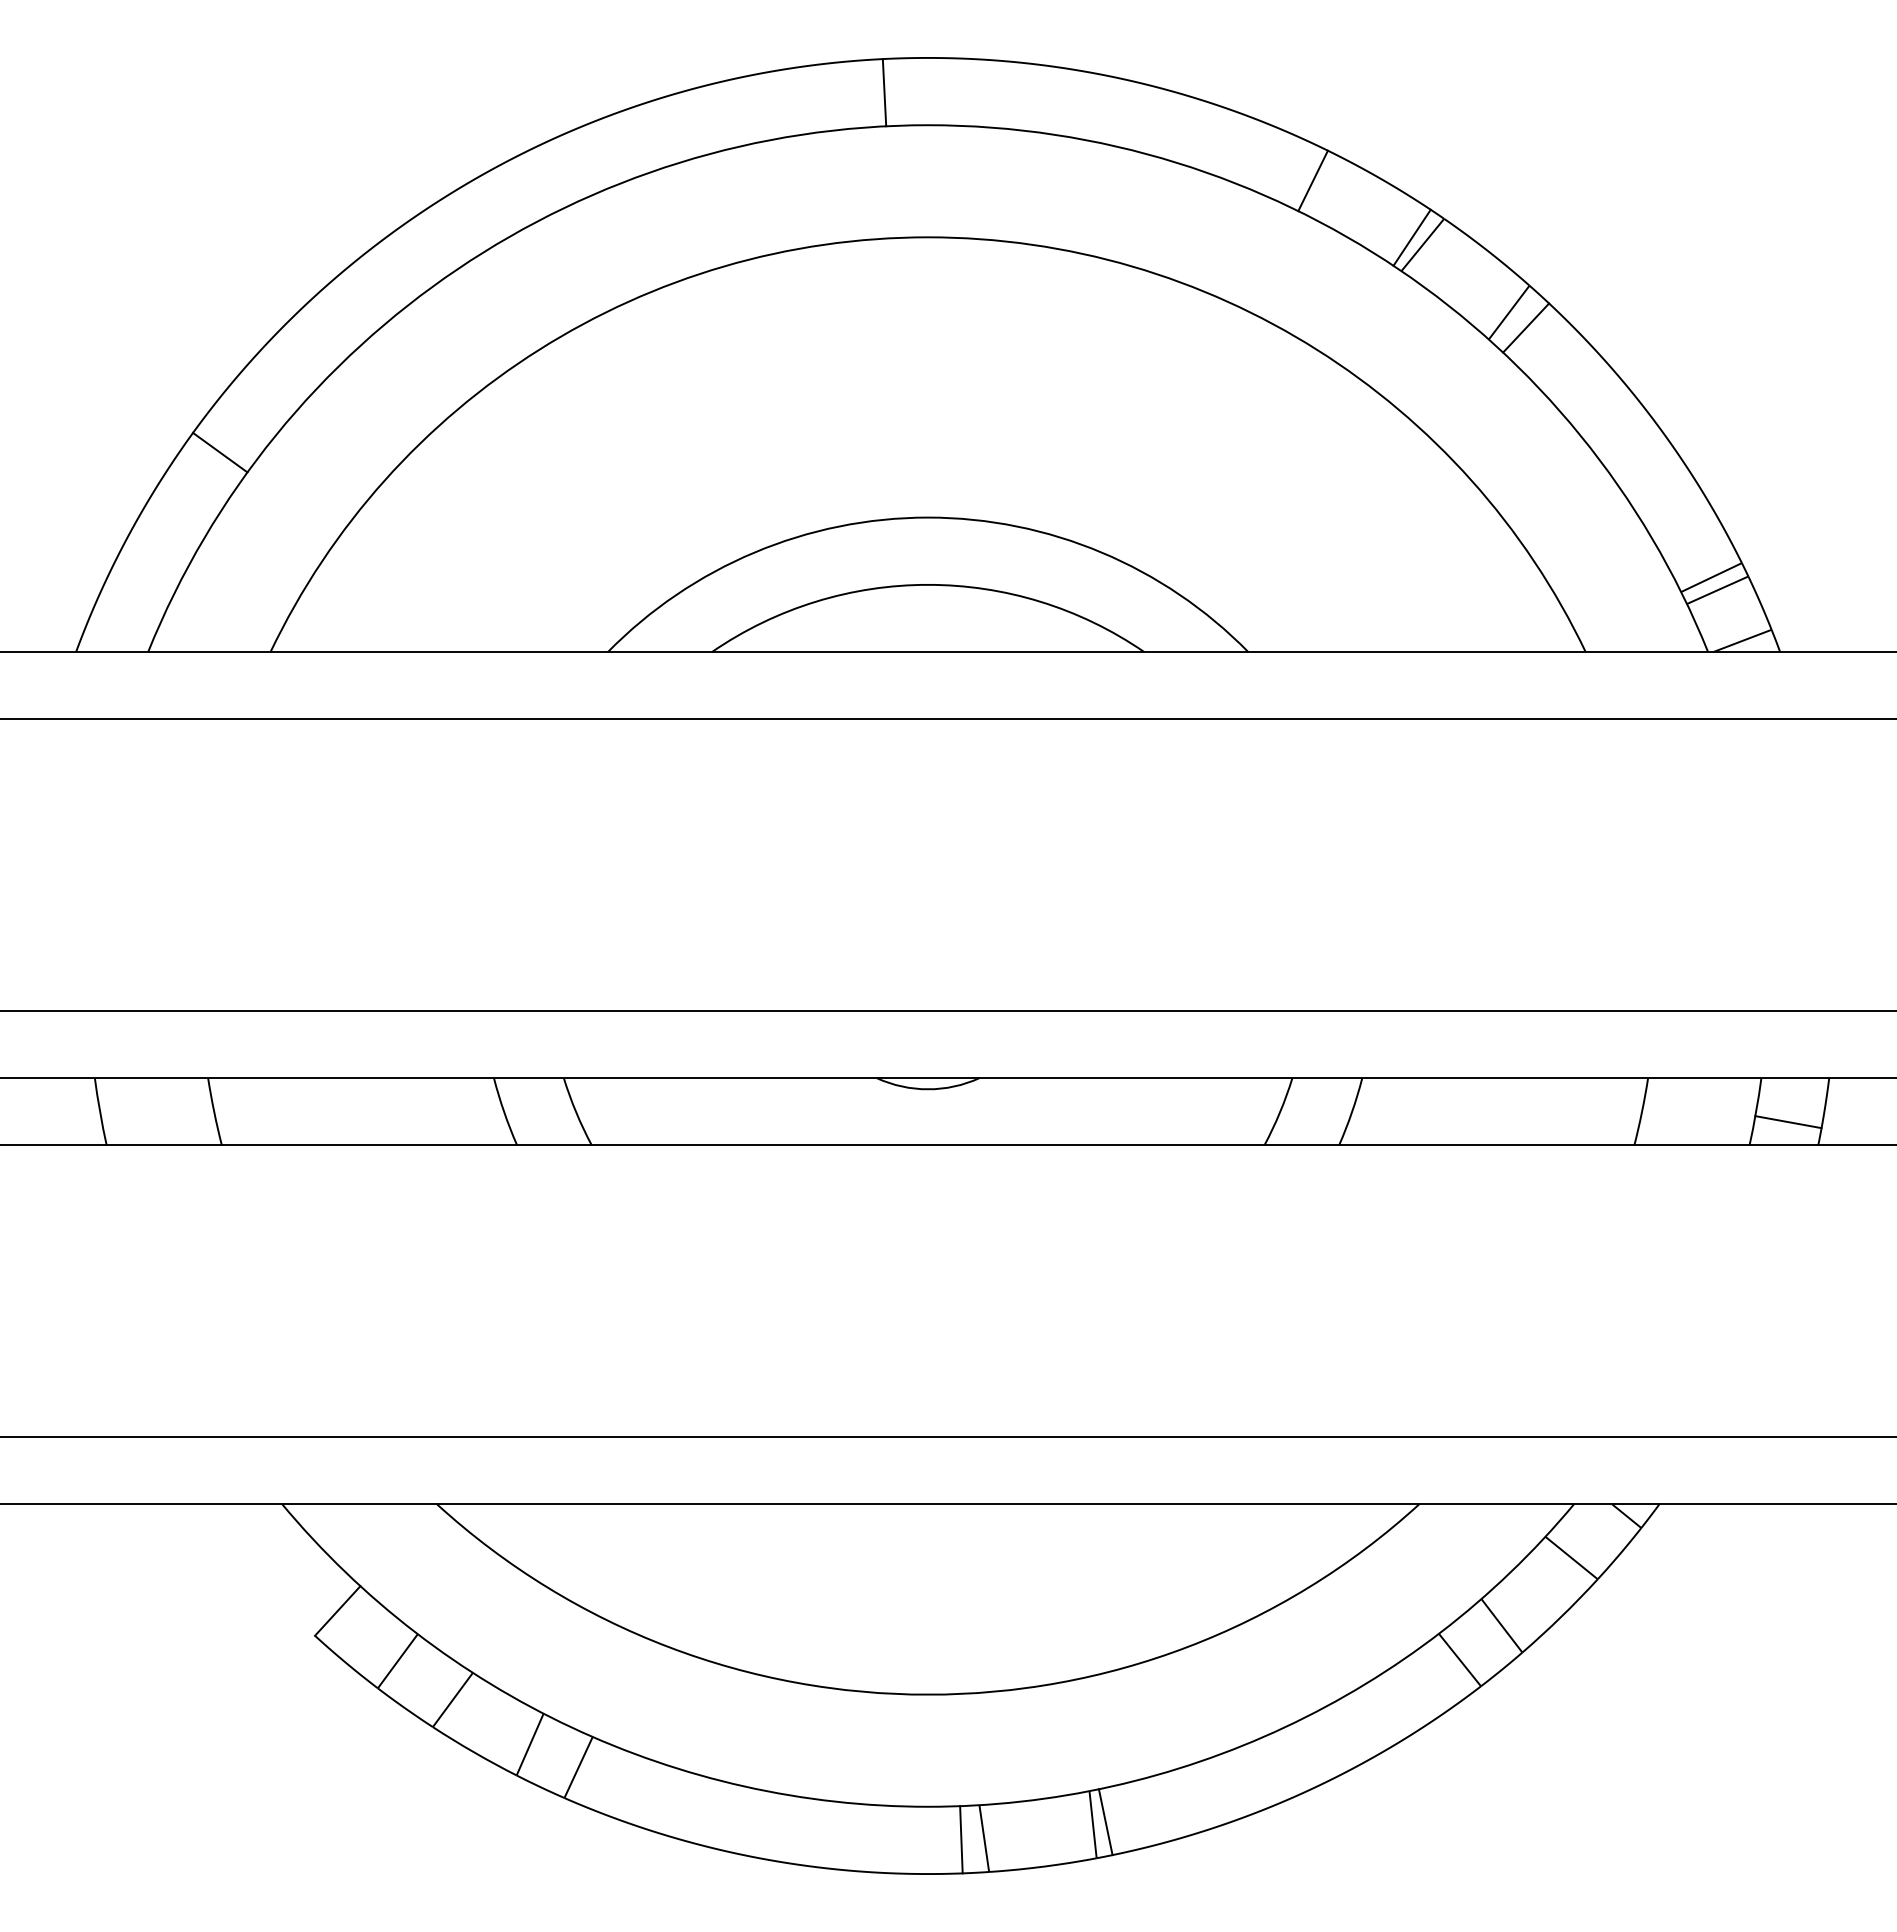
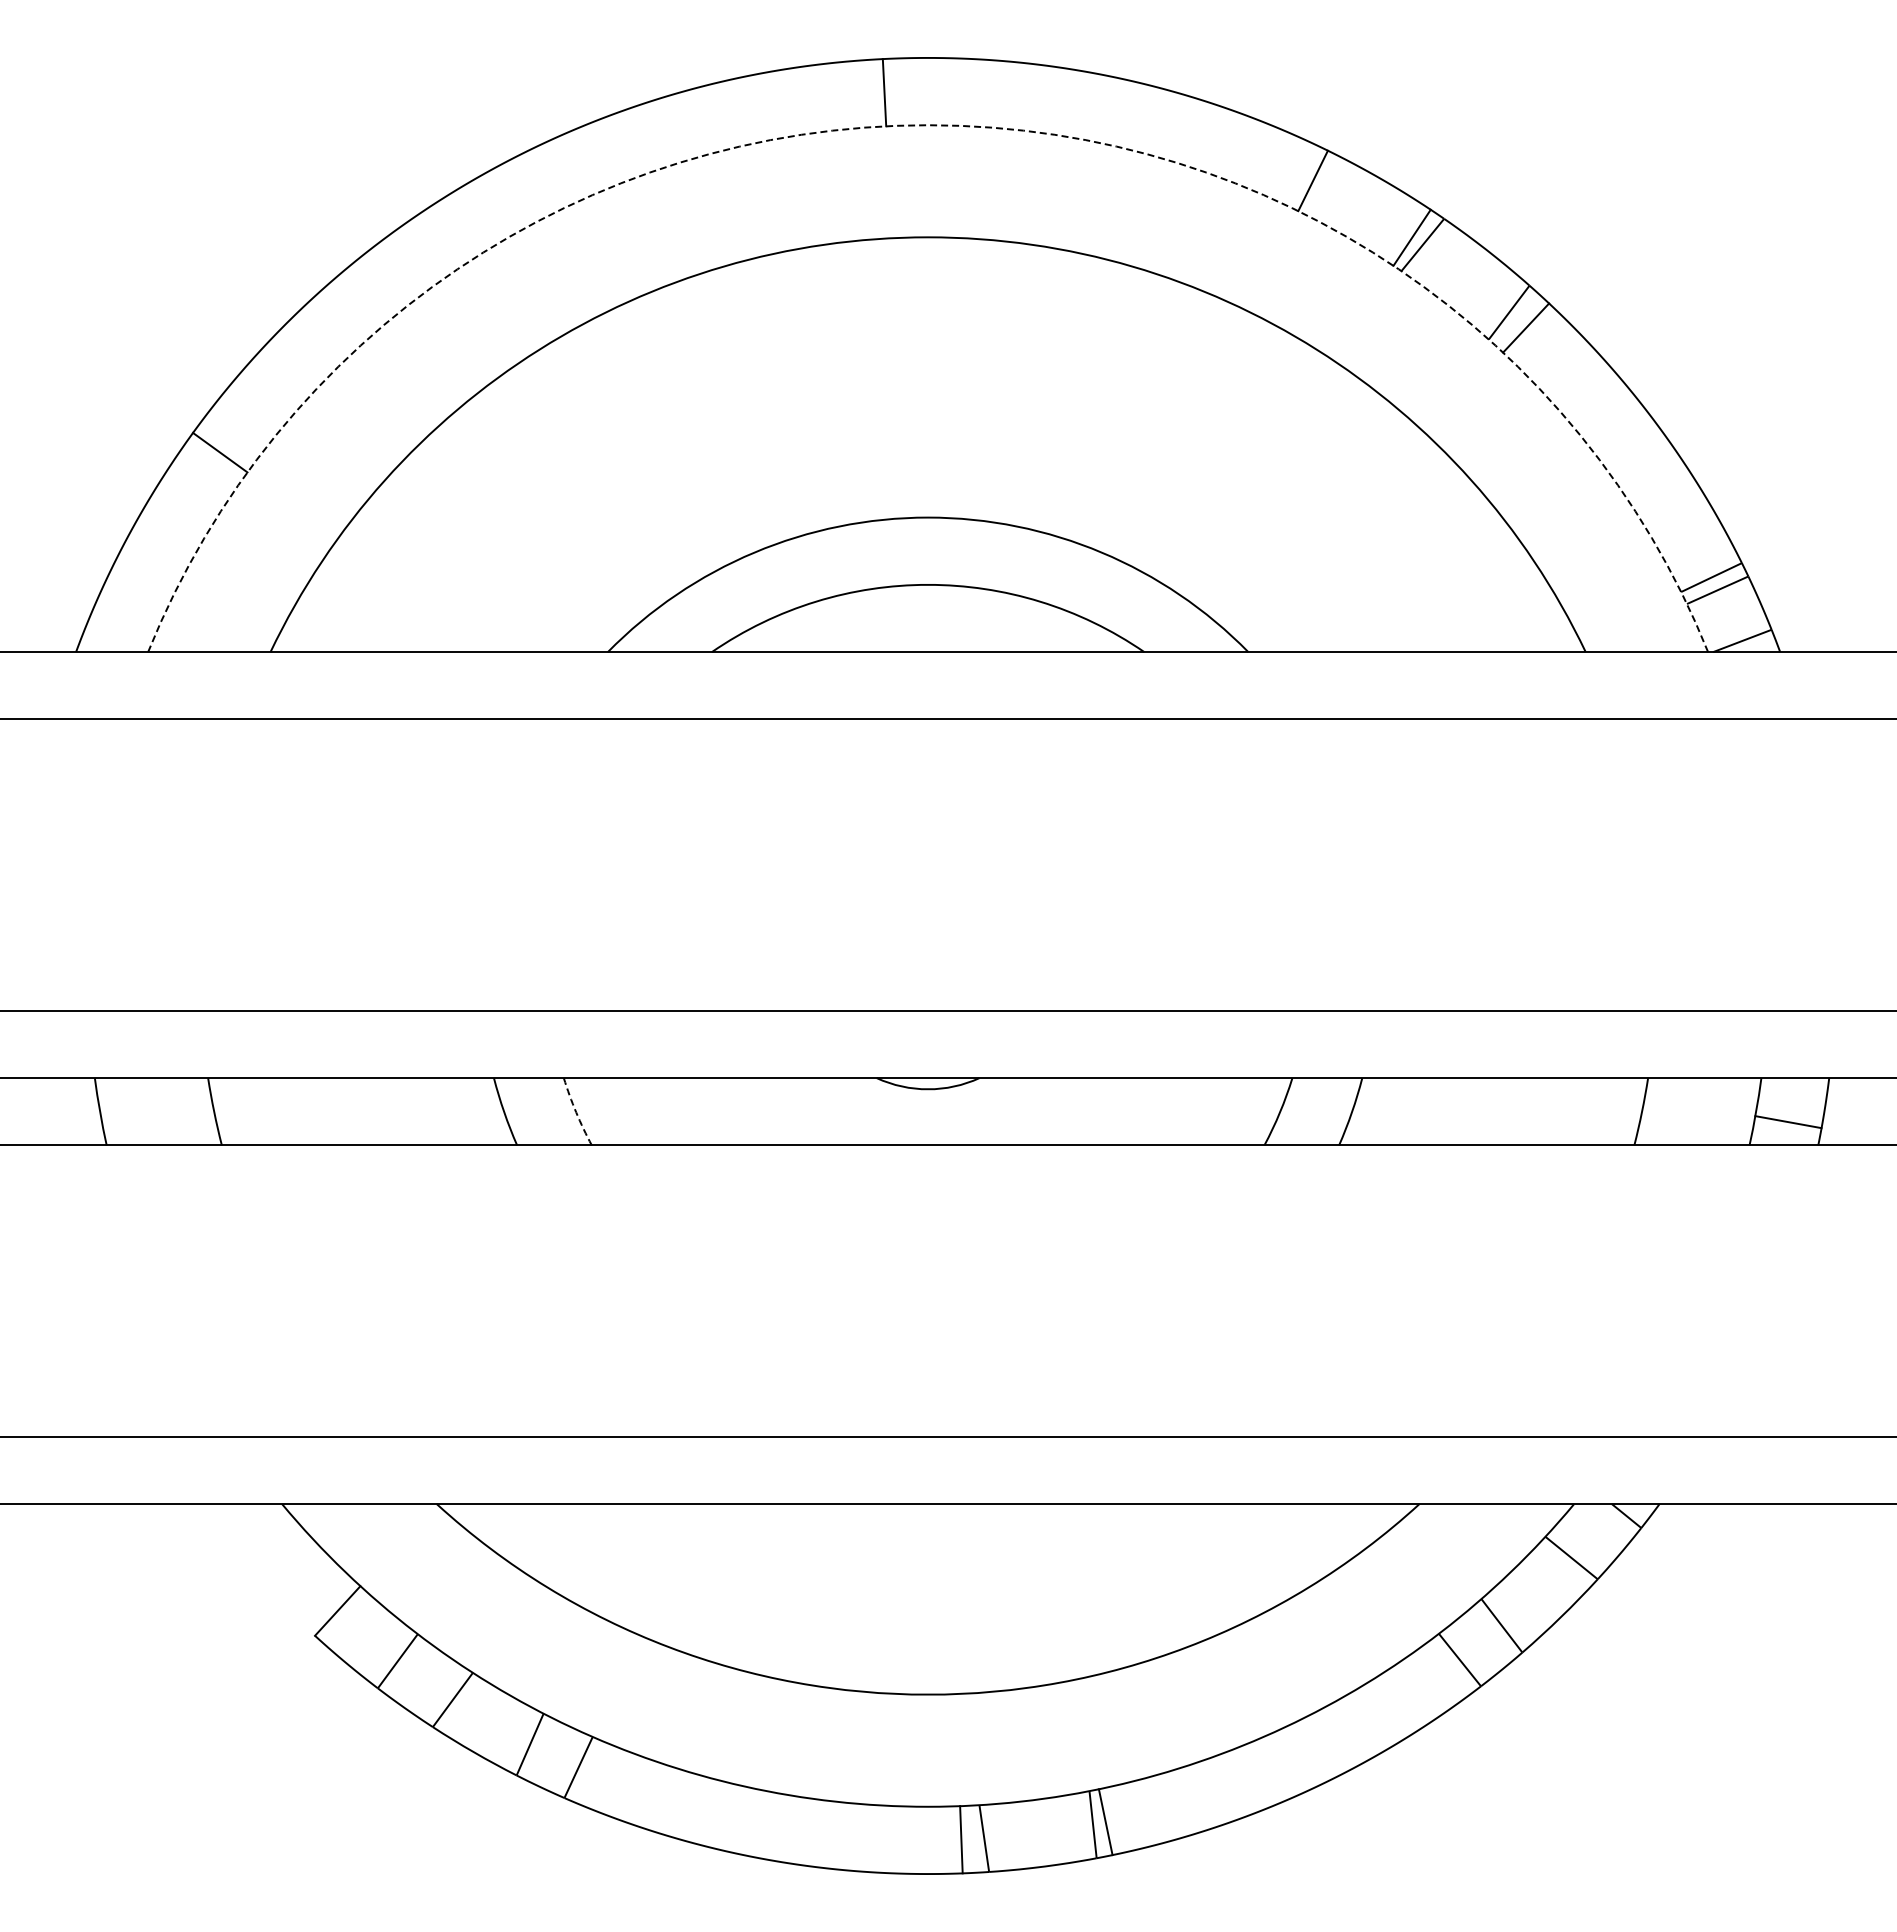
arc at (928, 125): solid -> dashed
arc at (576, 1112): solid -> dashed
